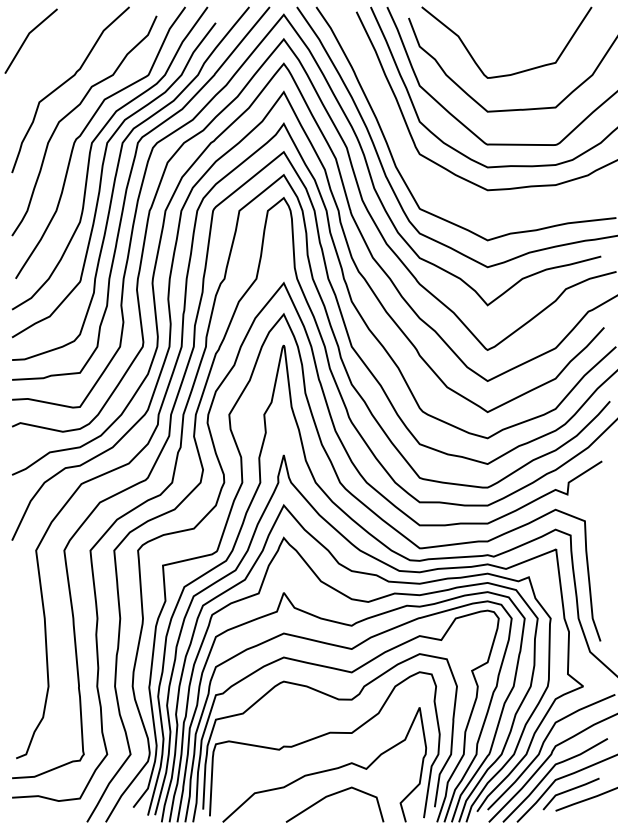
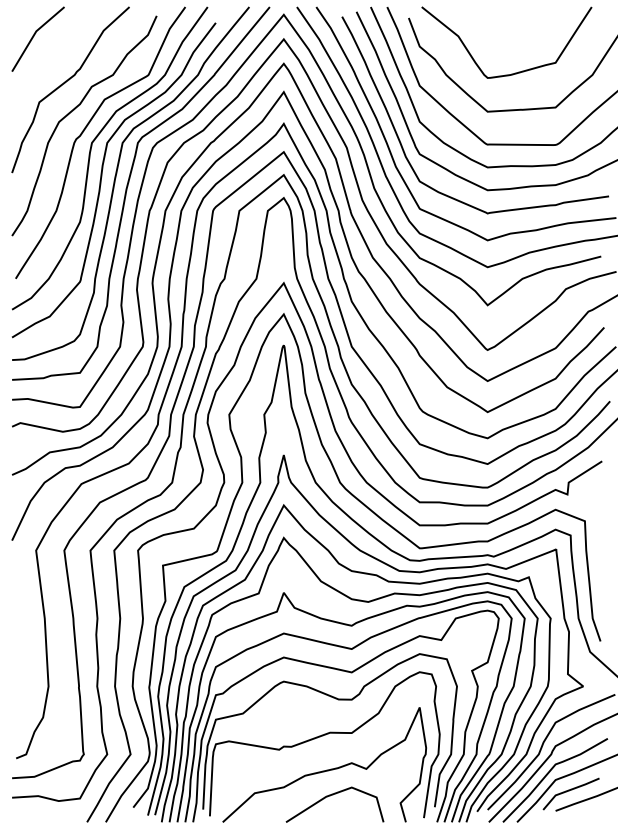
line at (27, 38) position: (27, 38) -> (34, 36)
curve at (401, 142): none -> present
